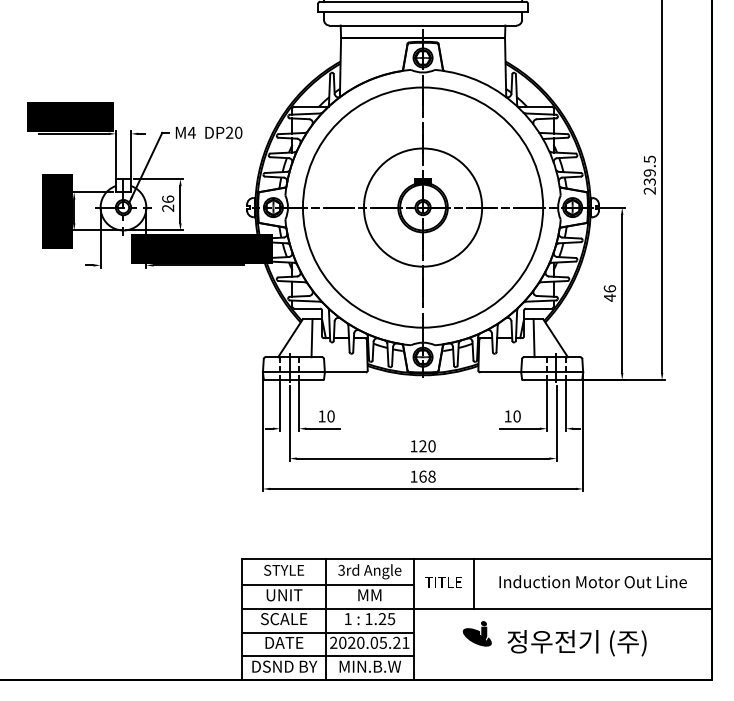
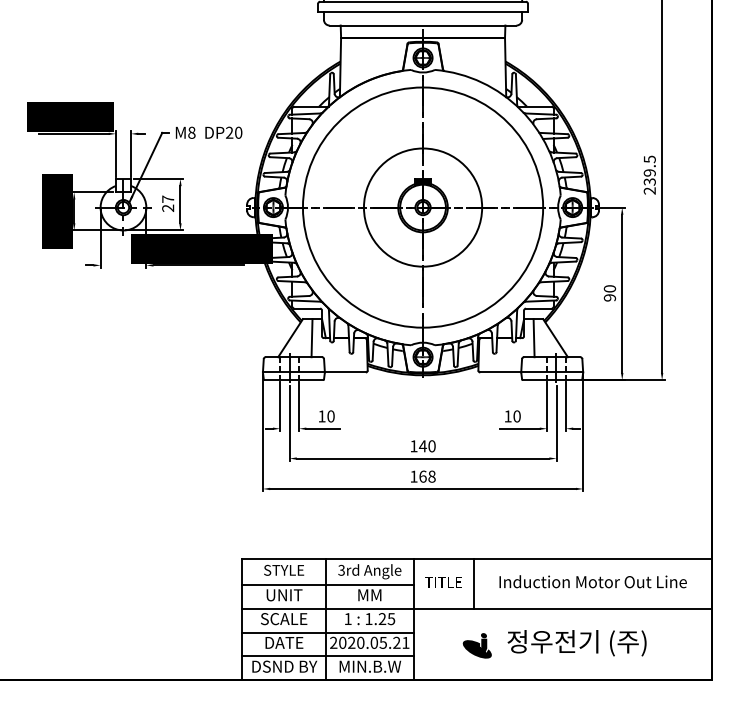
text at (191, 132): M4 -> M8
text at (168, 198): 26 -> 27
text at (609, 293): 46 -> 90
text at (422, 446): 120 -> 140
part at (476, 633) position: (476, 633) -> (476, 645)
